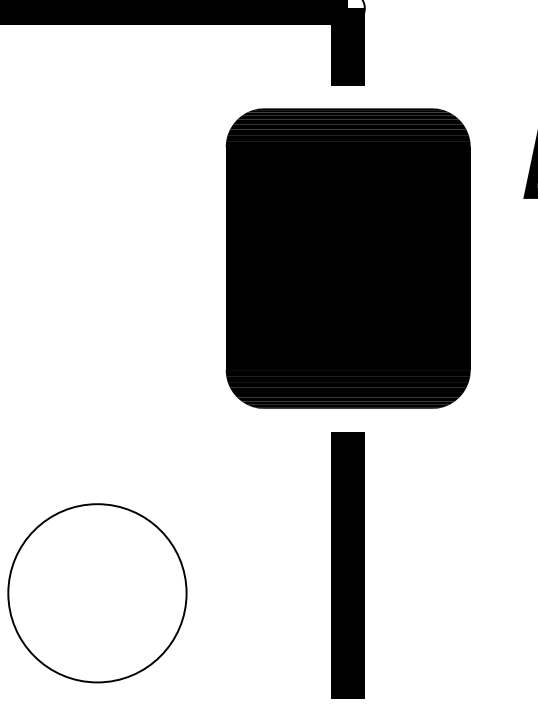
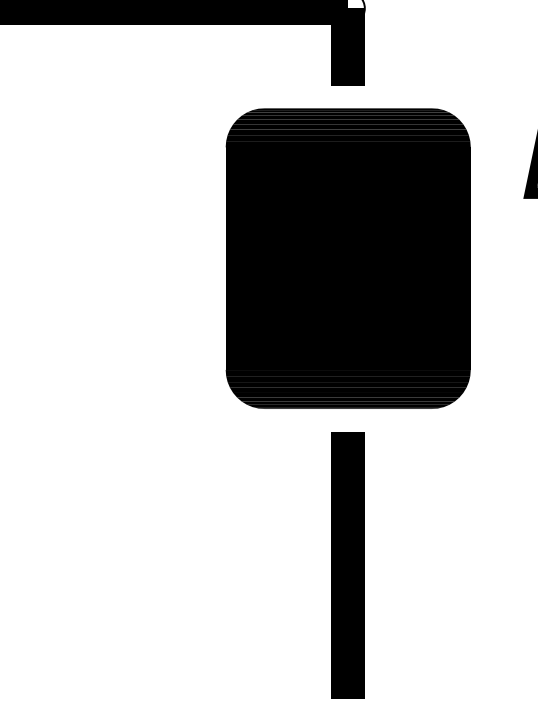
part at (97, 593): present -> none
